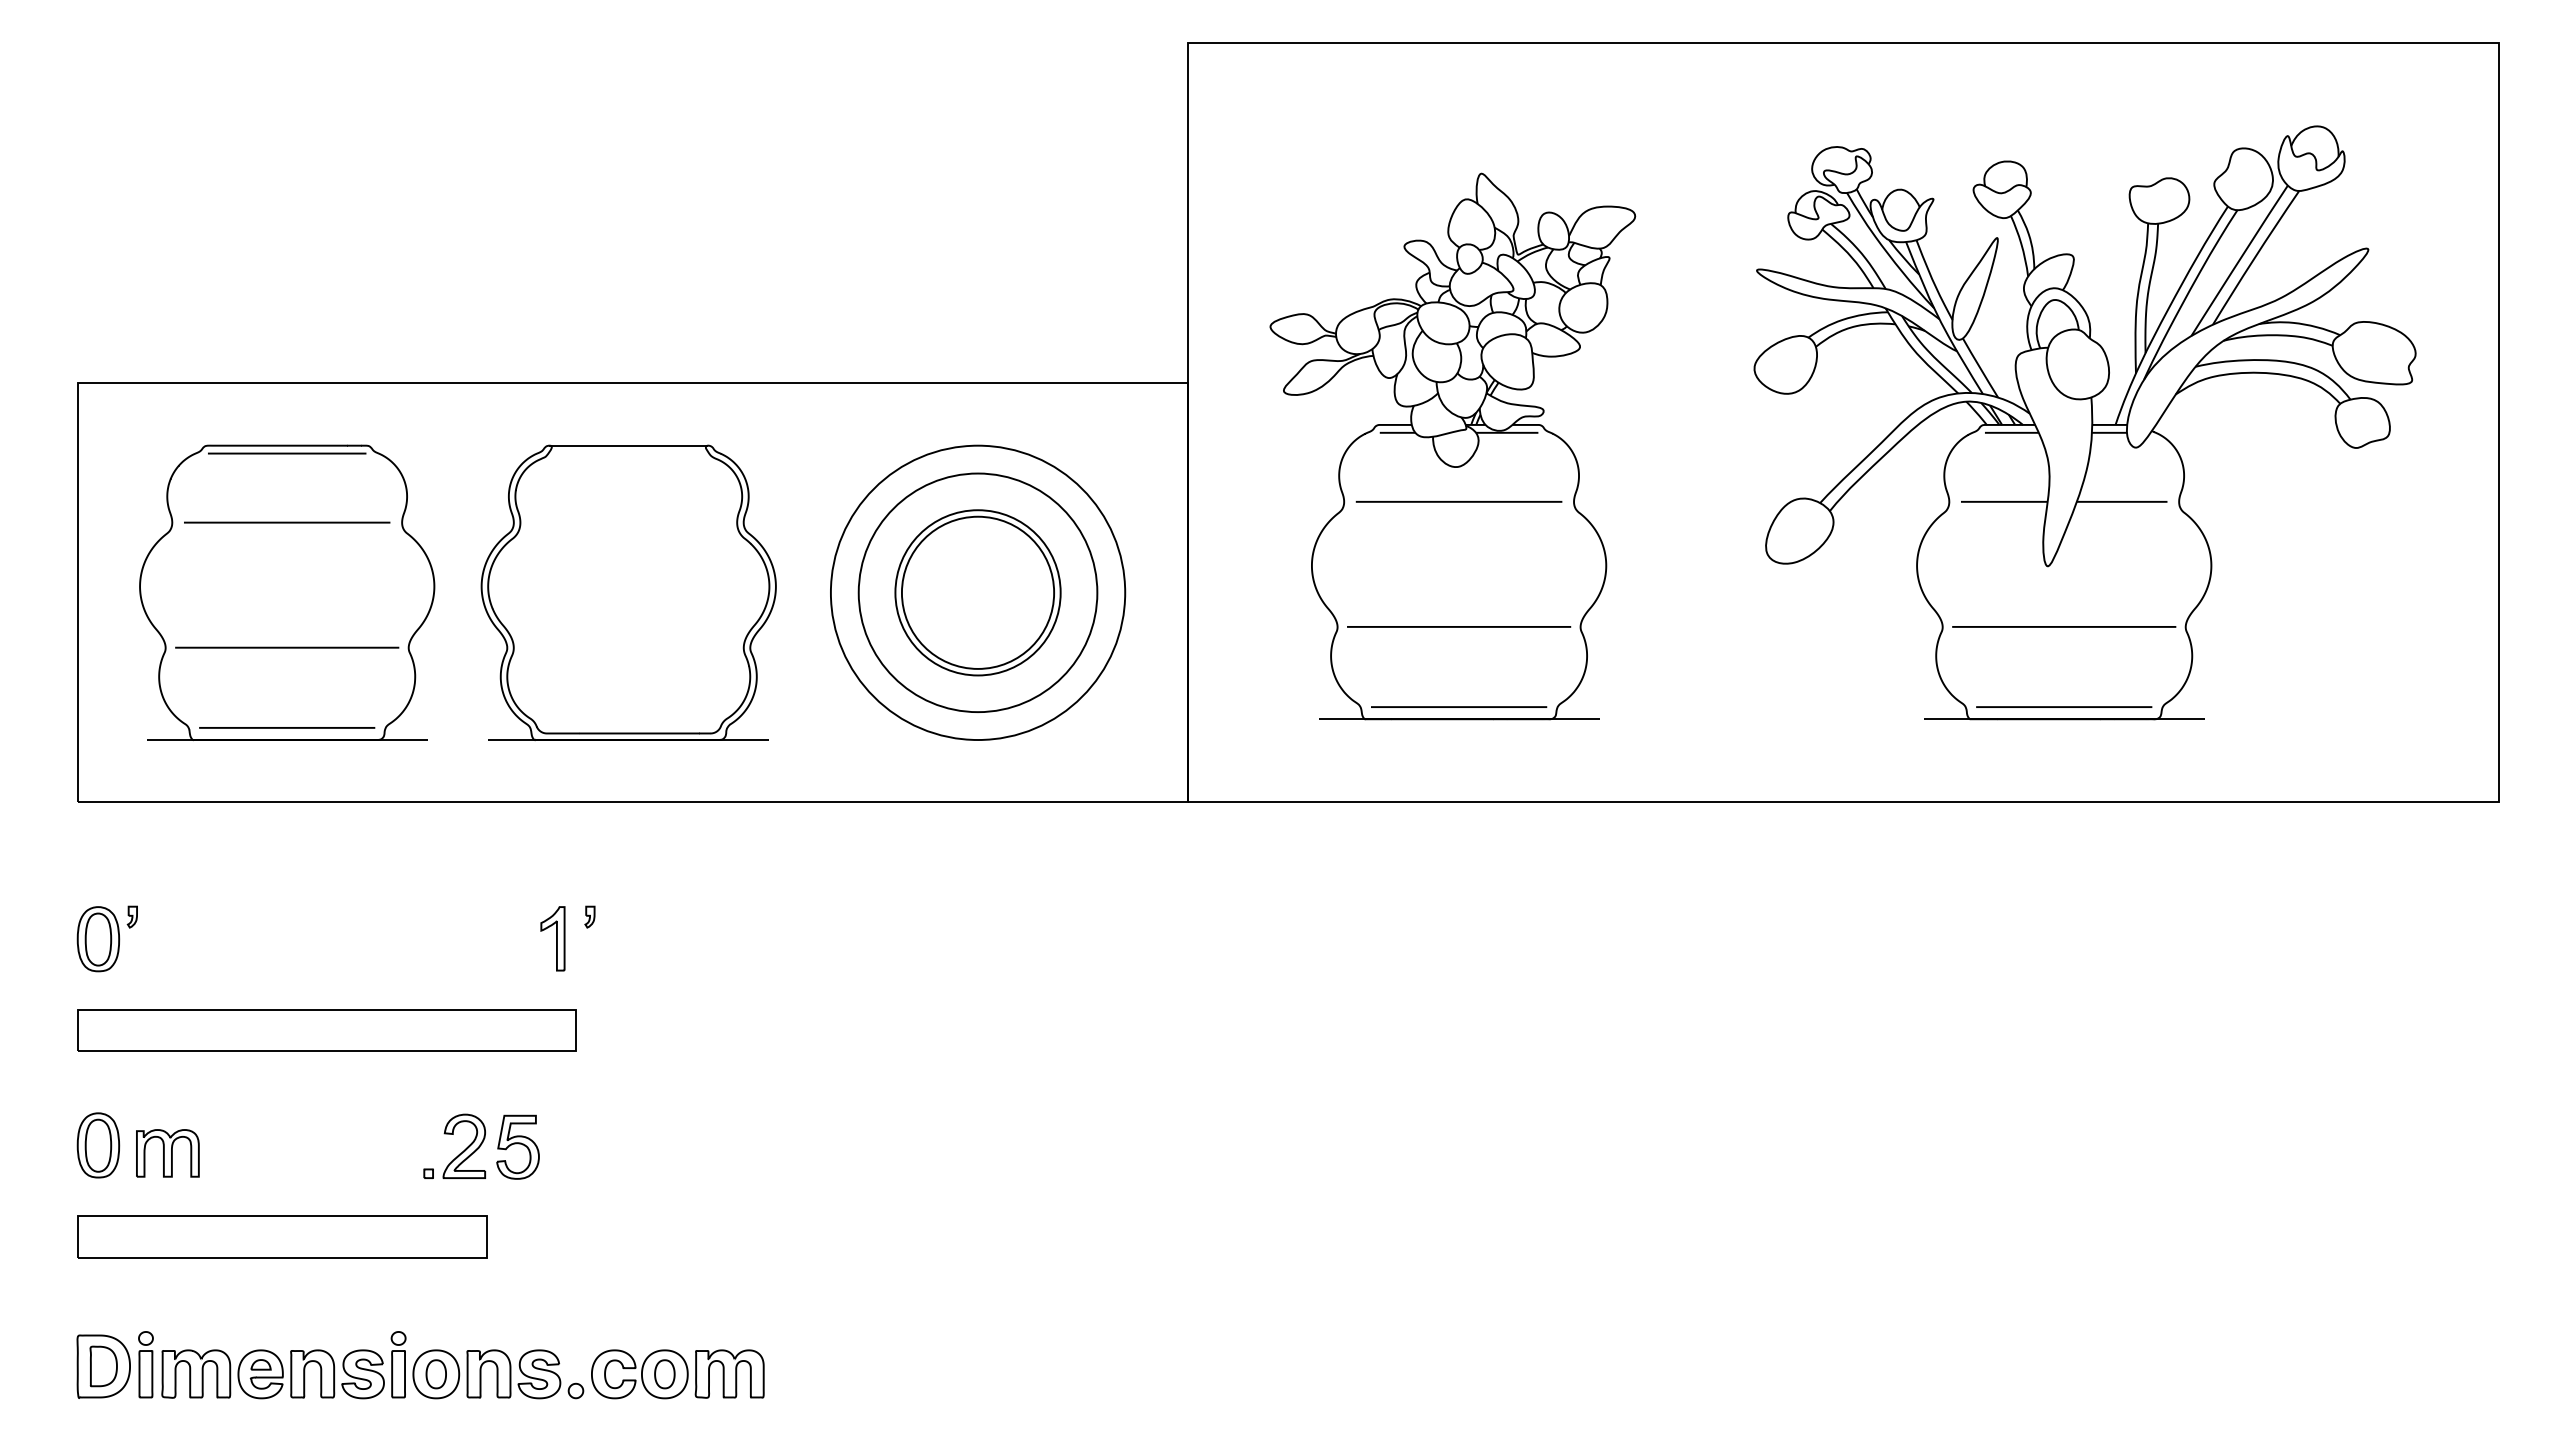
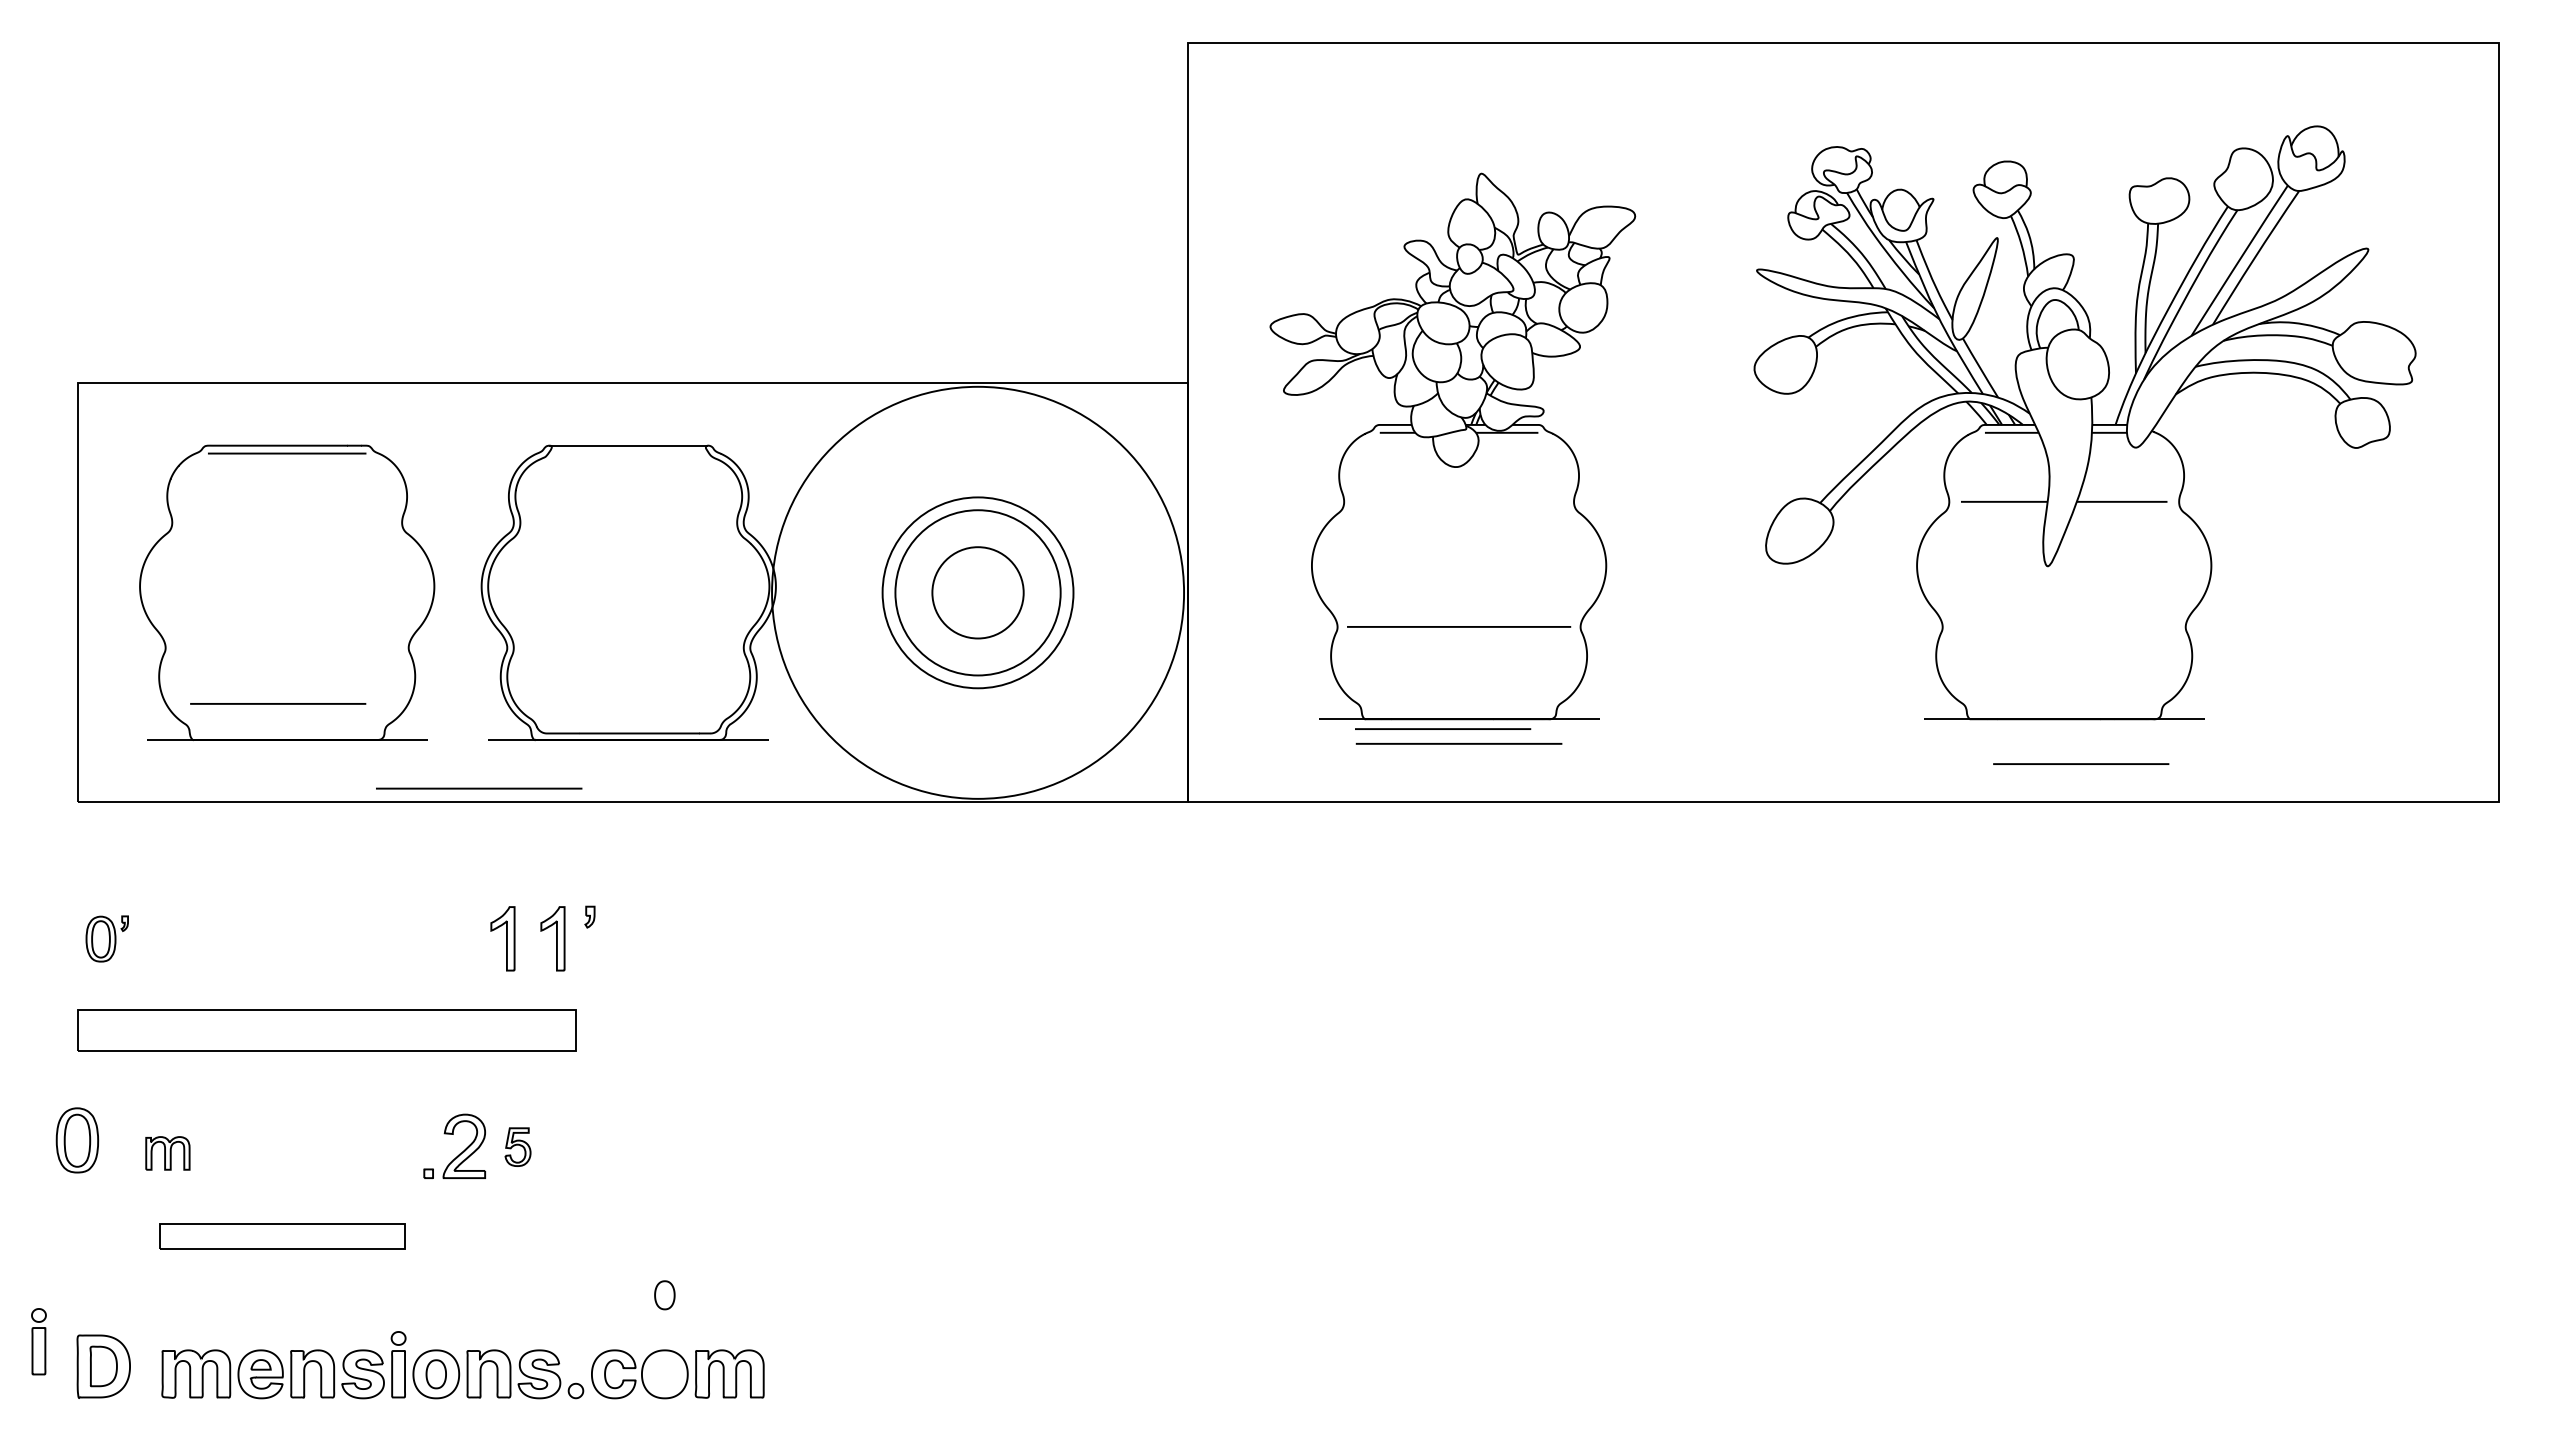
line at (1458, 501) position: (1458, 501) -> (1458, 743)
line at (287, 522) position: (287, 522) -> (479, 788)
circle at (977, 592) diameter: 152 px -> 91 px
circle at (977, 592) diameter: 239 px -> 191 px
circle at (977, 592) diameter: 294 px -> 412 px
line at (2064, 626): present -> none
line at (287, 647): present -> none
line at (1459, 706) position: (1459, 706) -> (1443, 728)
line at (2064, 706) position: (2064, 706) -> (2081, 763)
line at (287, 727) position: (287, 727) -> (278, 703)
part at (106, 938) size: 62x68 px -> 44x48 px
part at (502, 938): none -> present
part at (98, 1145) position: (98, 1145) -> (77, 1140)
part at (517, 1146) size: 44x66 px -> 28x40 px
part at (167, 1153) size: 64x49 px -> 46x35 px
part at (282, 1236) size: 411x44 px -> 247x27 px
part at (145, 1364) position: (145, 1364) -> (38, 1341)
part at (664, 1374) position: (664, 1374) -> (664, 1295)
